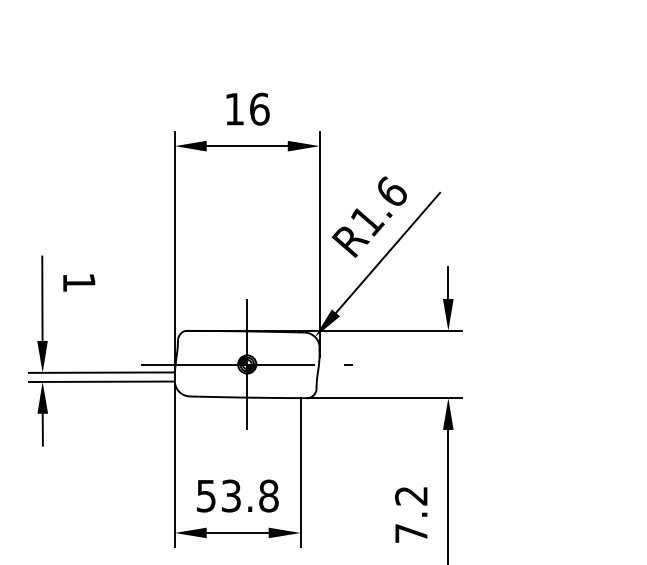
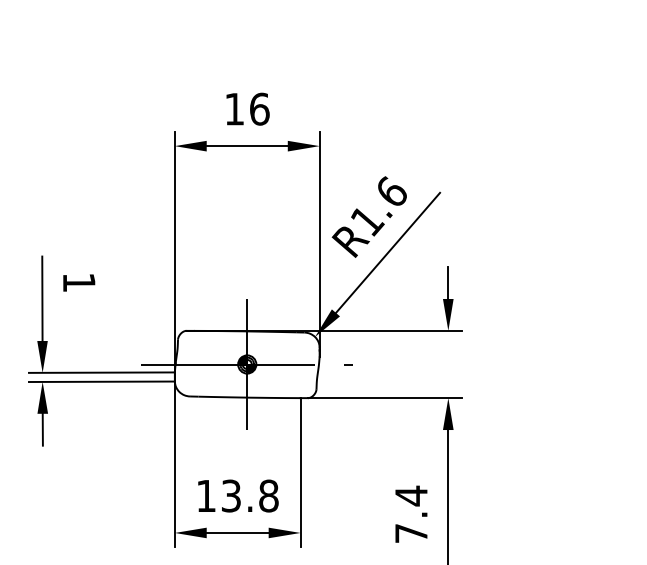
text at (411, 495): 7.2 -> 7.4
text at (206, 496): 53.8 -> 13.8
